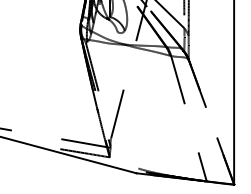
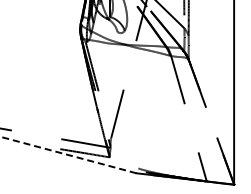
line at (68, 154): solid -> dashed
